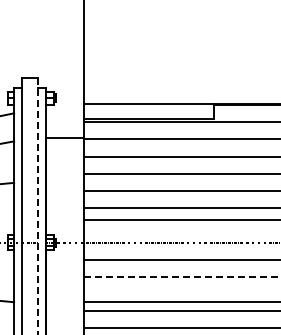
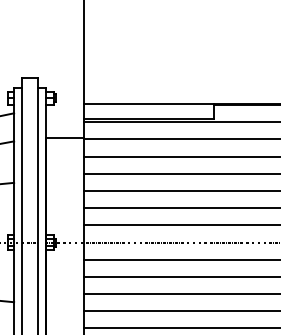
line at (38, 206): dashed -> solid
line at (180, 220) position: (180, 220) -> (180, 225)
line at (182, 276): dashed -> solid
line at (180, 302) position: (180, 302) -> (180, 294)
